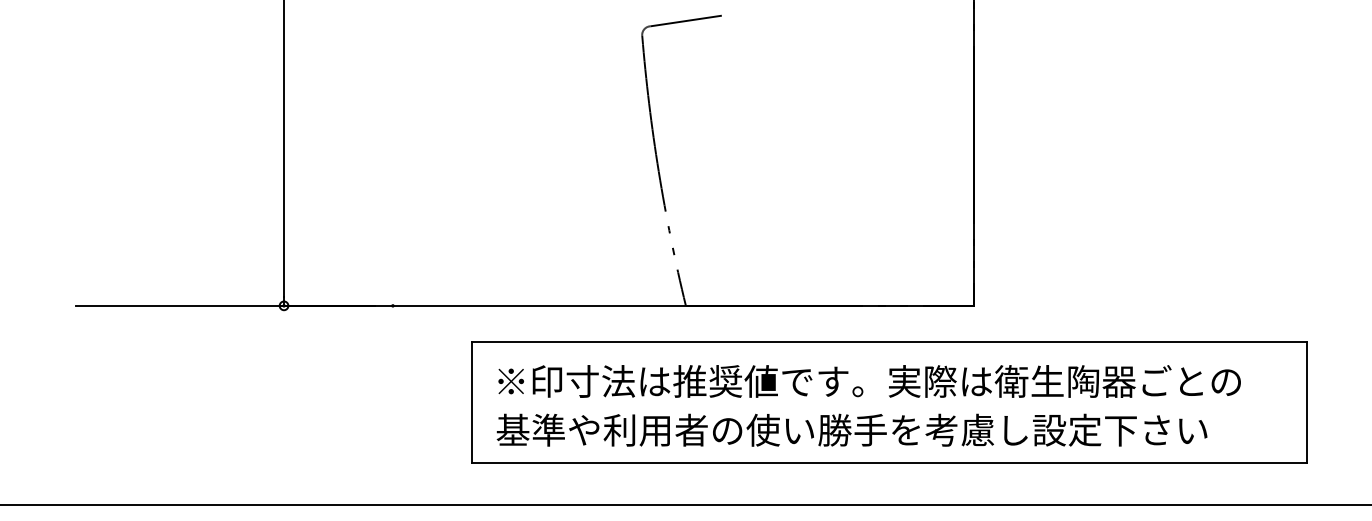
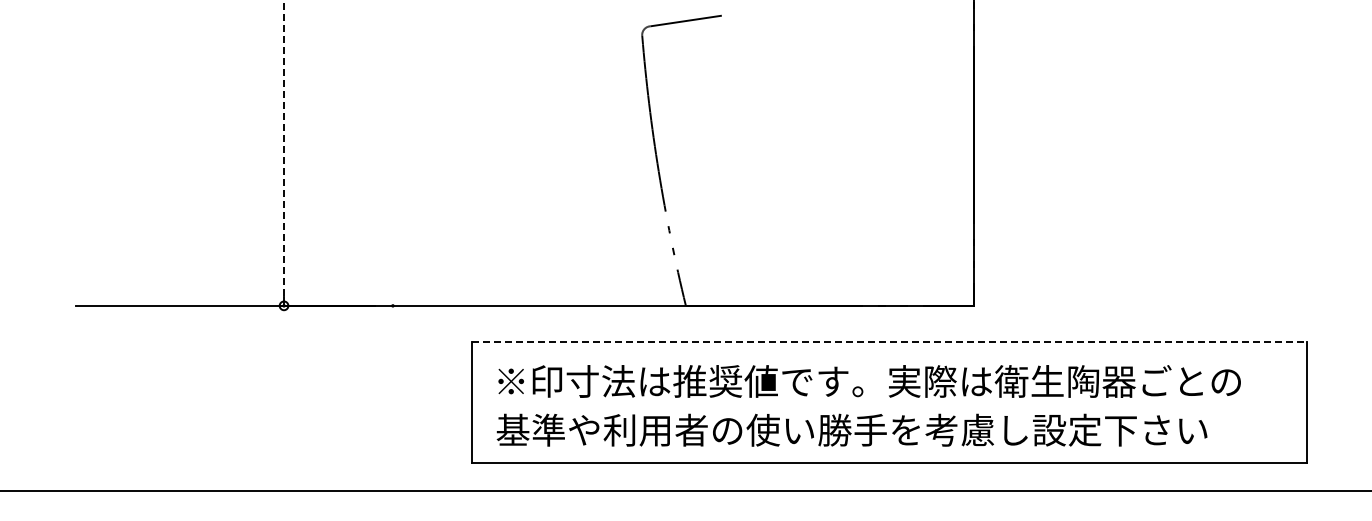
line at (284, 149): solid -> dashed
line at (889, 342): solid -> dashed
line at (685, 505) position: (685, 505) -> (685, 491)
